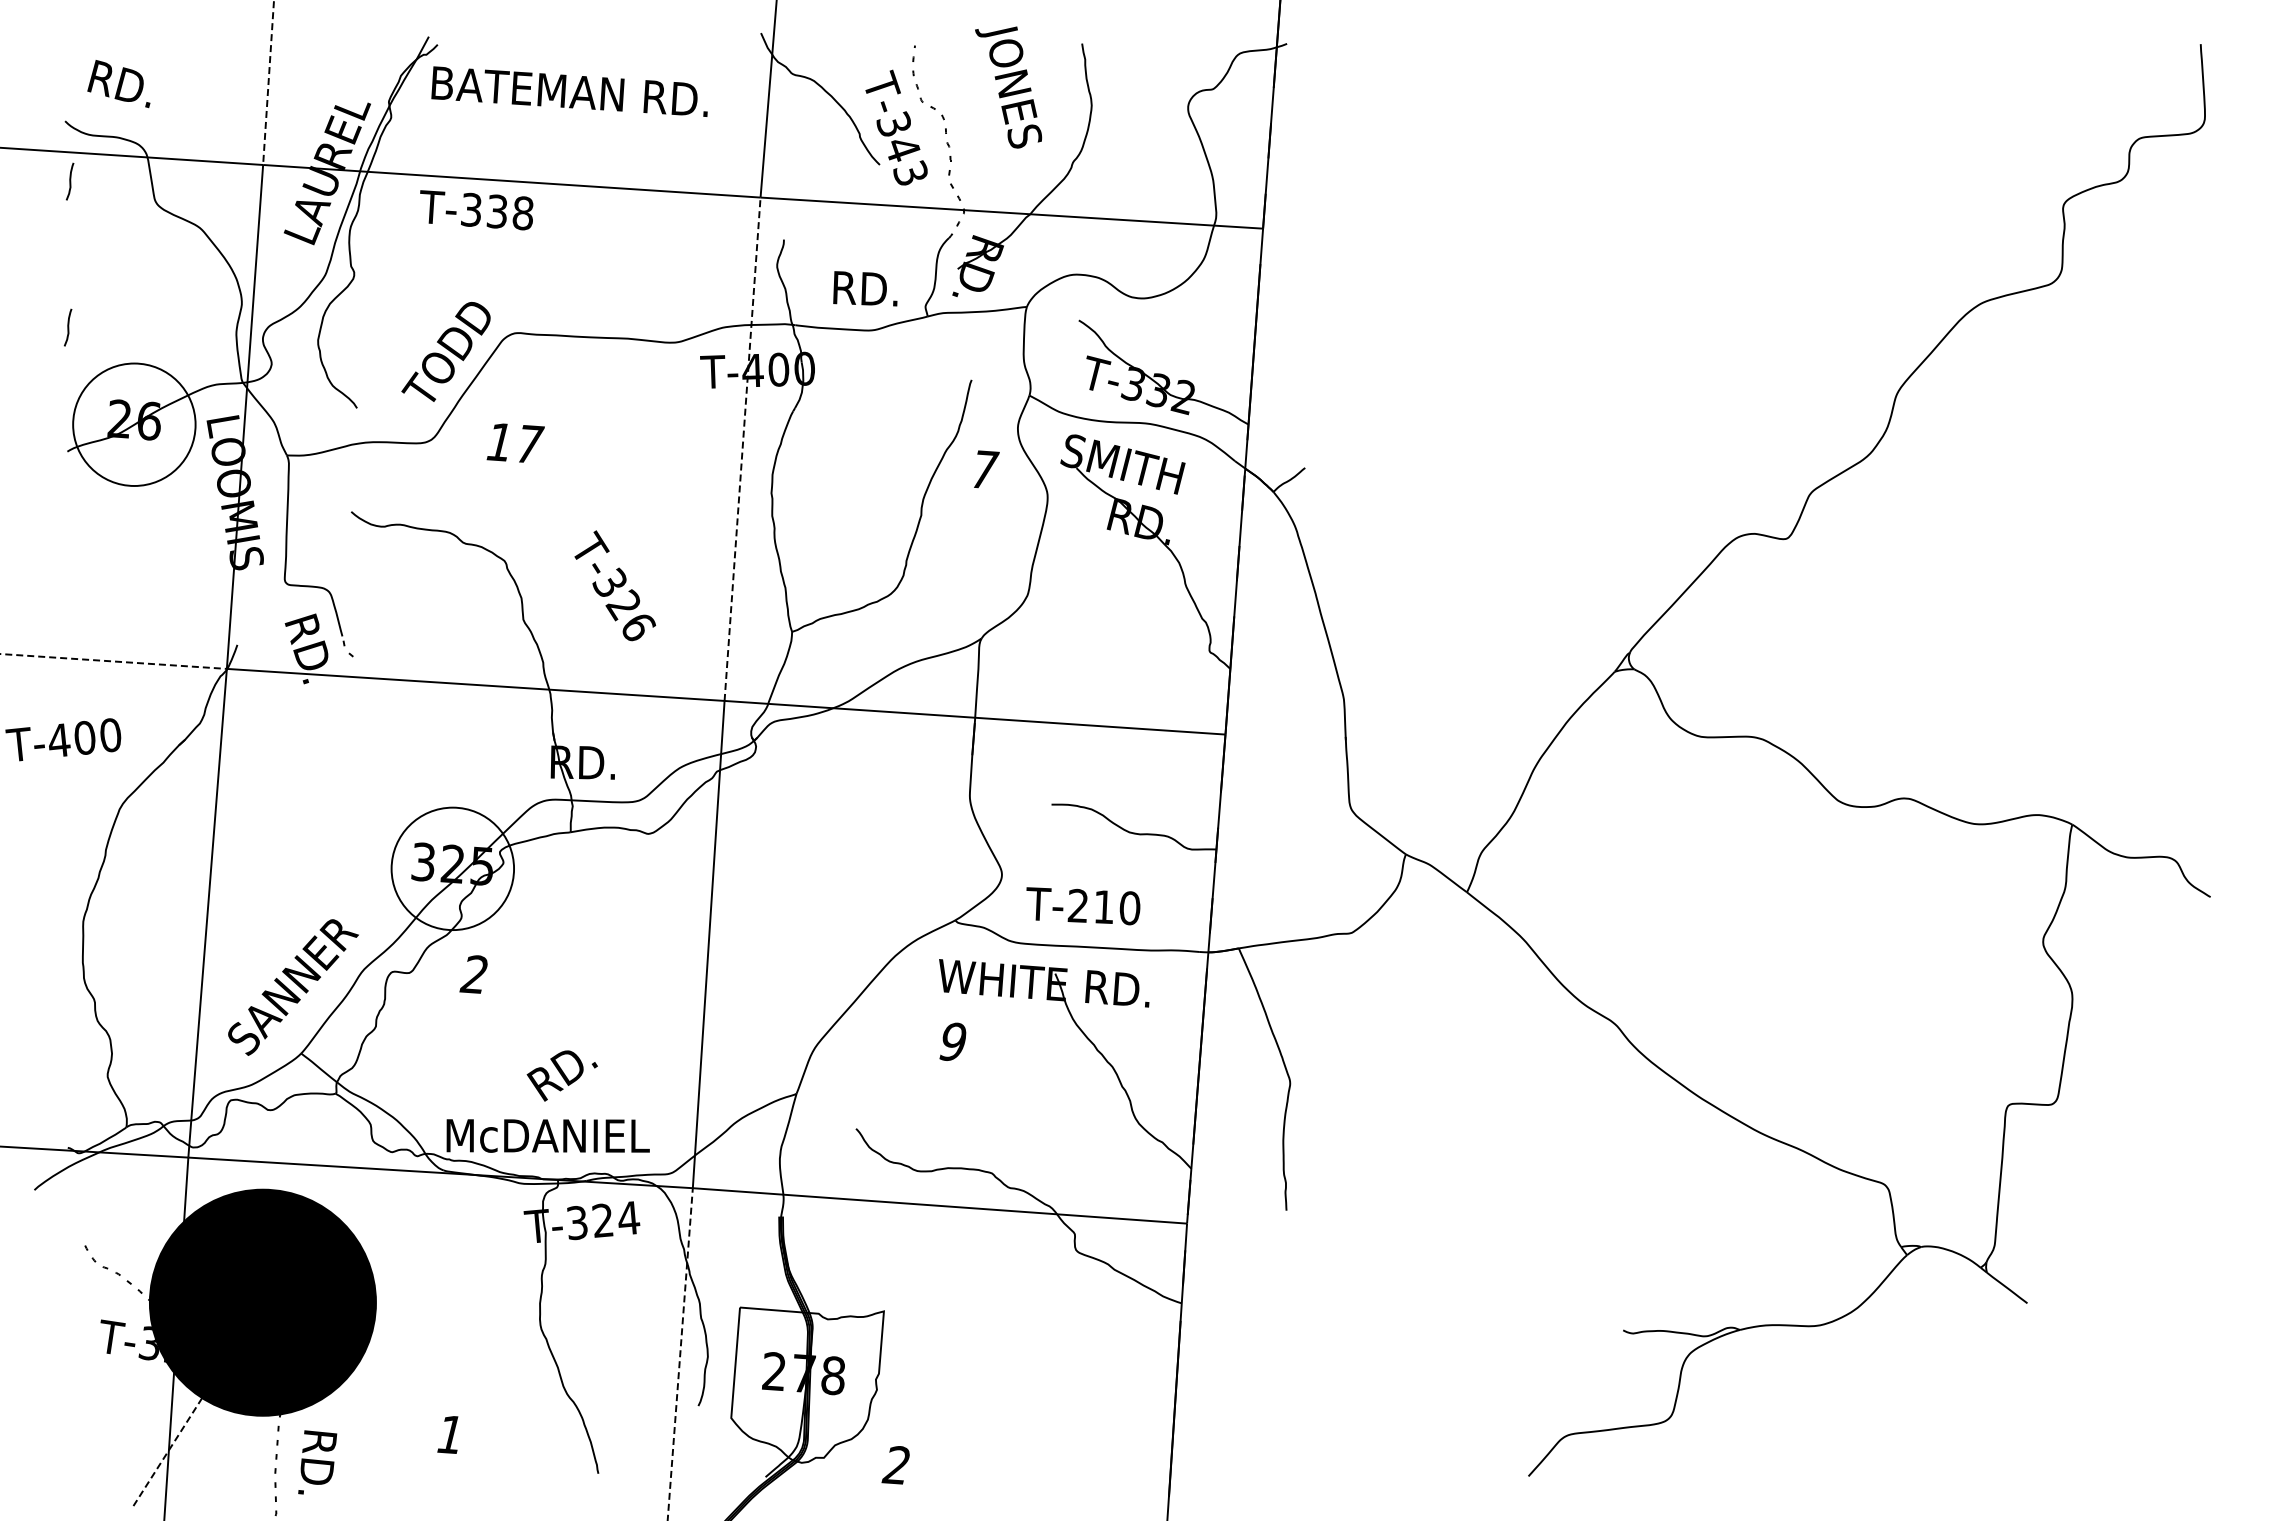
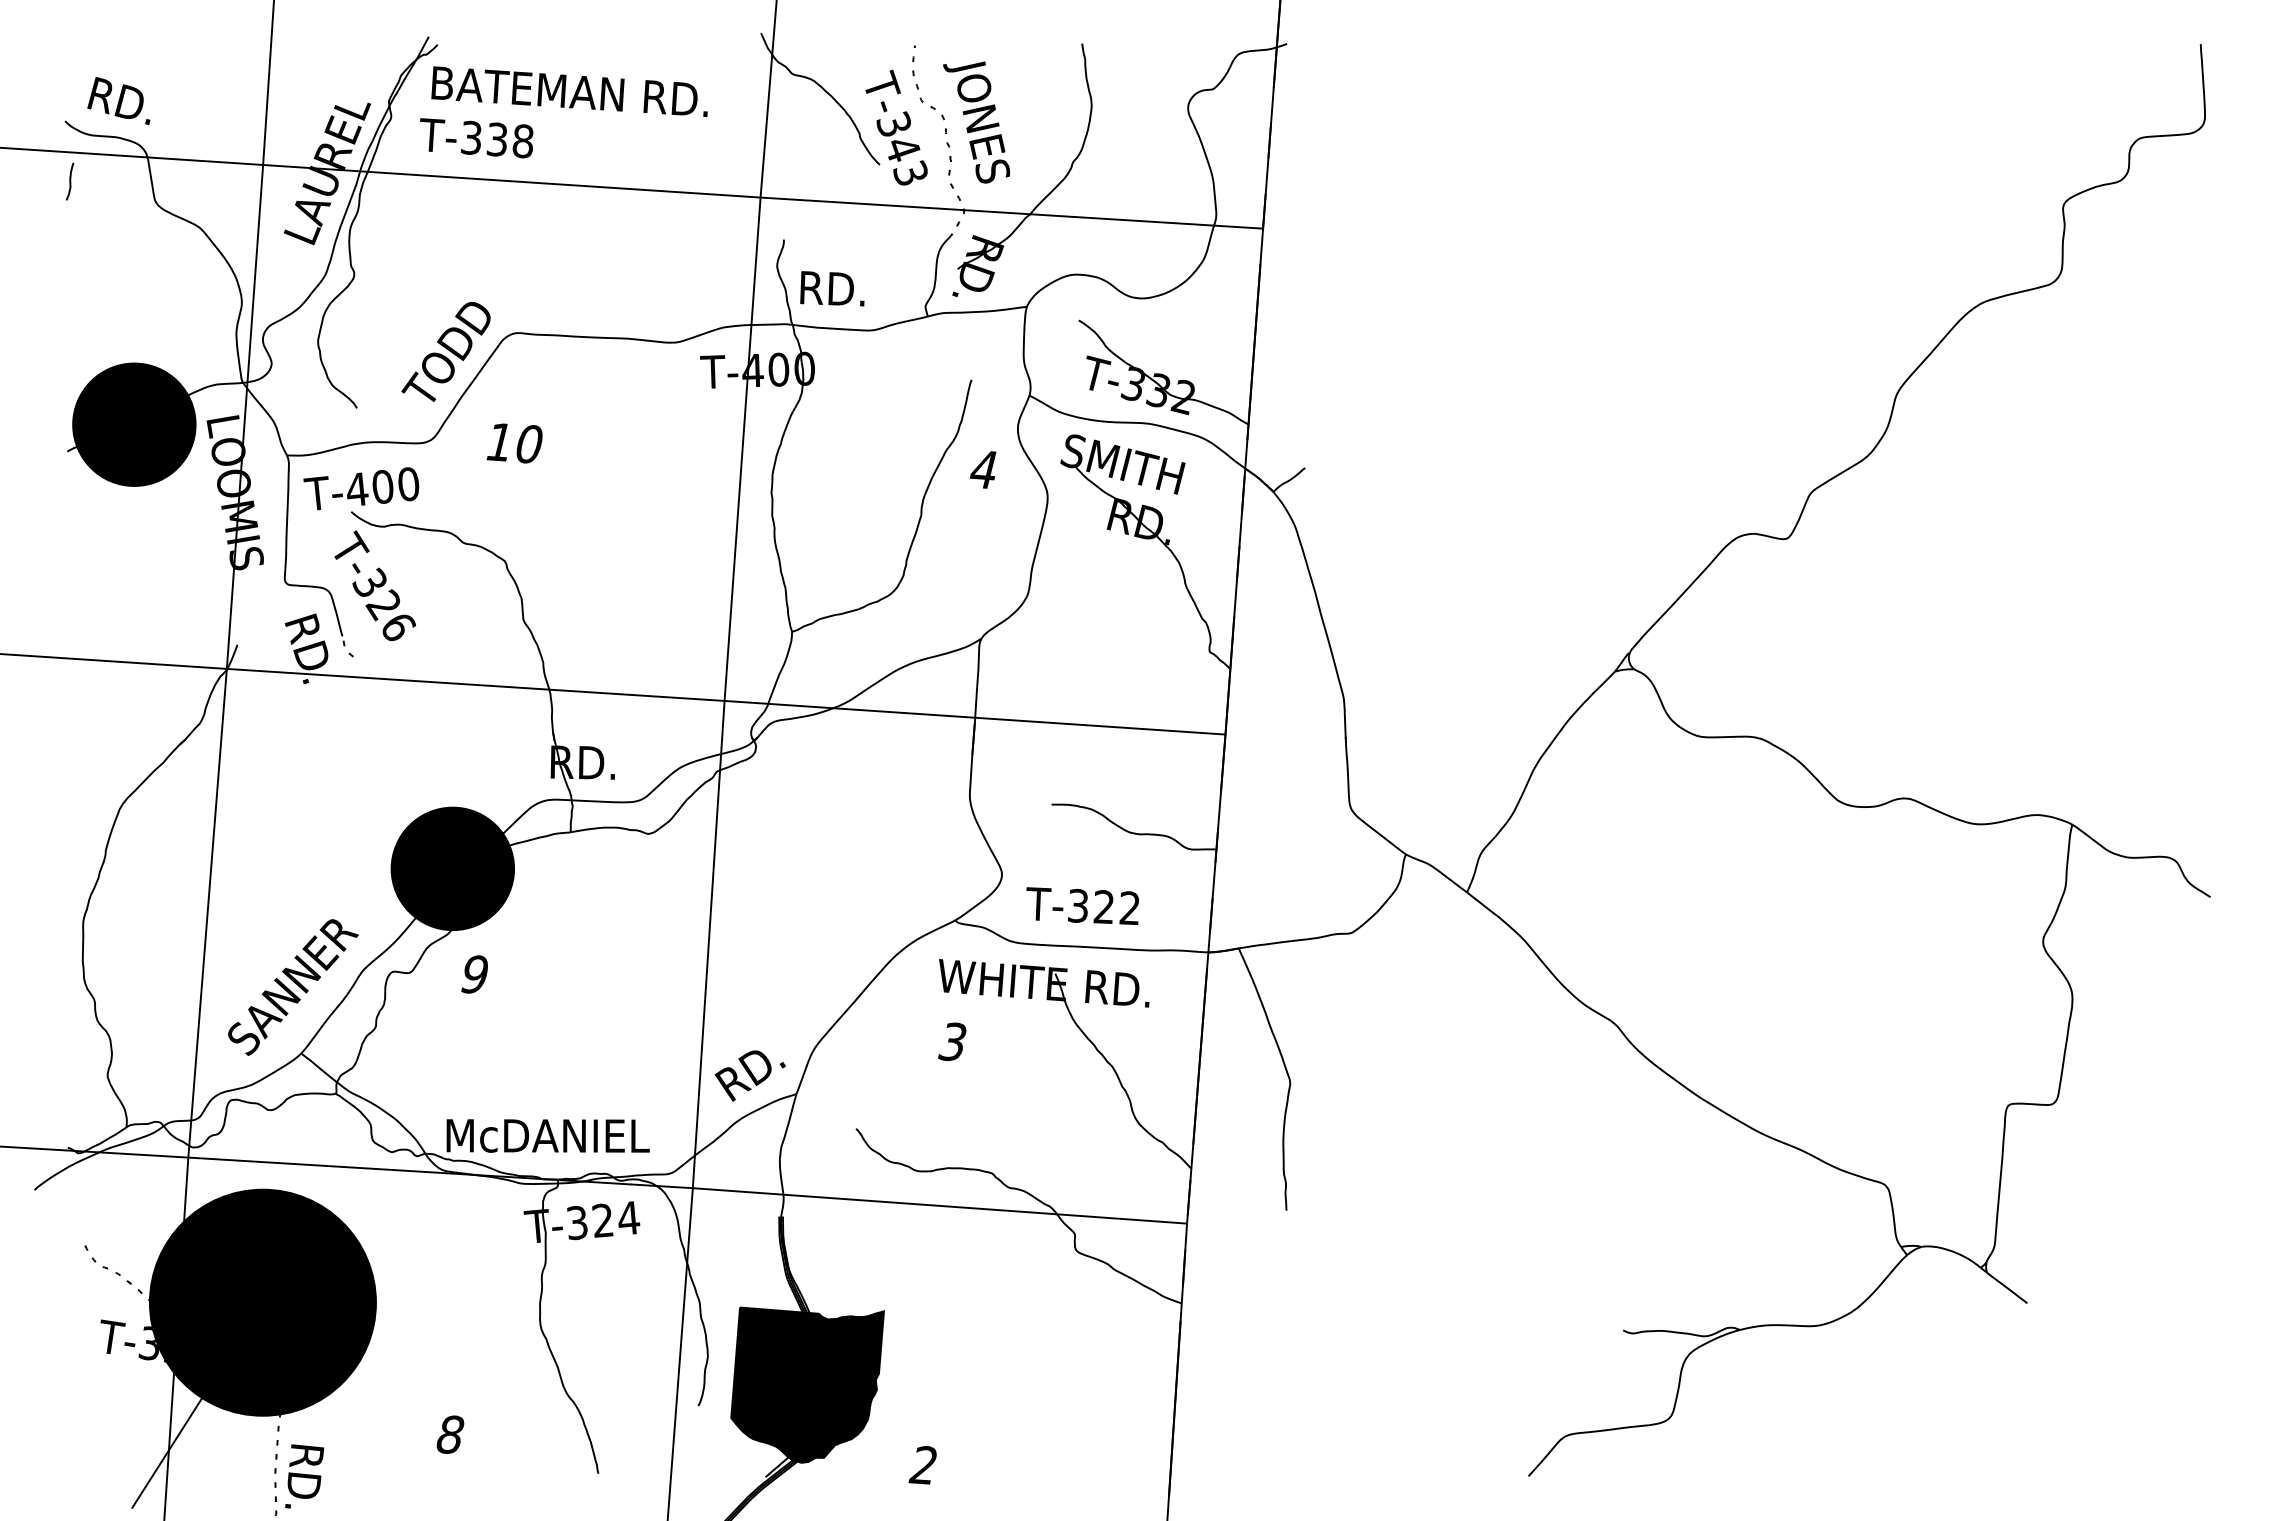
line at (268, 83): dashed -> solid
text at (118, 84) position: (118, 84) -> (118, 101)
text at (1008, 87) position: (1008, 87) -> (976, 122)
text at (476, 210) position: (476, 210) -> (476, 138)
text at (865, 288) position: (865, 288) -> (832, 288)
curve at (67, 327): present -> none
fill at (134, 424): none -> present
text at (530, 444): 17 -> 10
line at (742, 448): dashed -> solid
text at (984, 469): 7 -> 4
text at (615, 585) position: (615, 585) -> (375, 585)
line at (114, 661): dashed -> solid
text at (63, 739) position: (63, 739) -> (361, 488)
fill at (452, 868): none -> present
text at (1103, 907): T-210 -> T-322
text at (473, 974): 2 -> 9
text at (952, 1041): 9 -> 3
text at (561, 1075) position: (561, 1075) -> (749, 1075)
line at (680, 1354): dashed -> solid
fill at (807, 1384): none -> present
text at (450, 1434): 1 -> 8
line at (166, 1453): dashed -> solid
text at (317, 1462) position: (317, 1462) -> (304, 1476)
text at (895, 1465) position: (895, 1465) -> (922, 1465)
